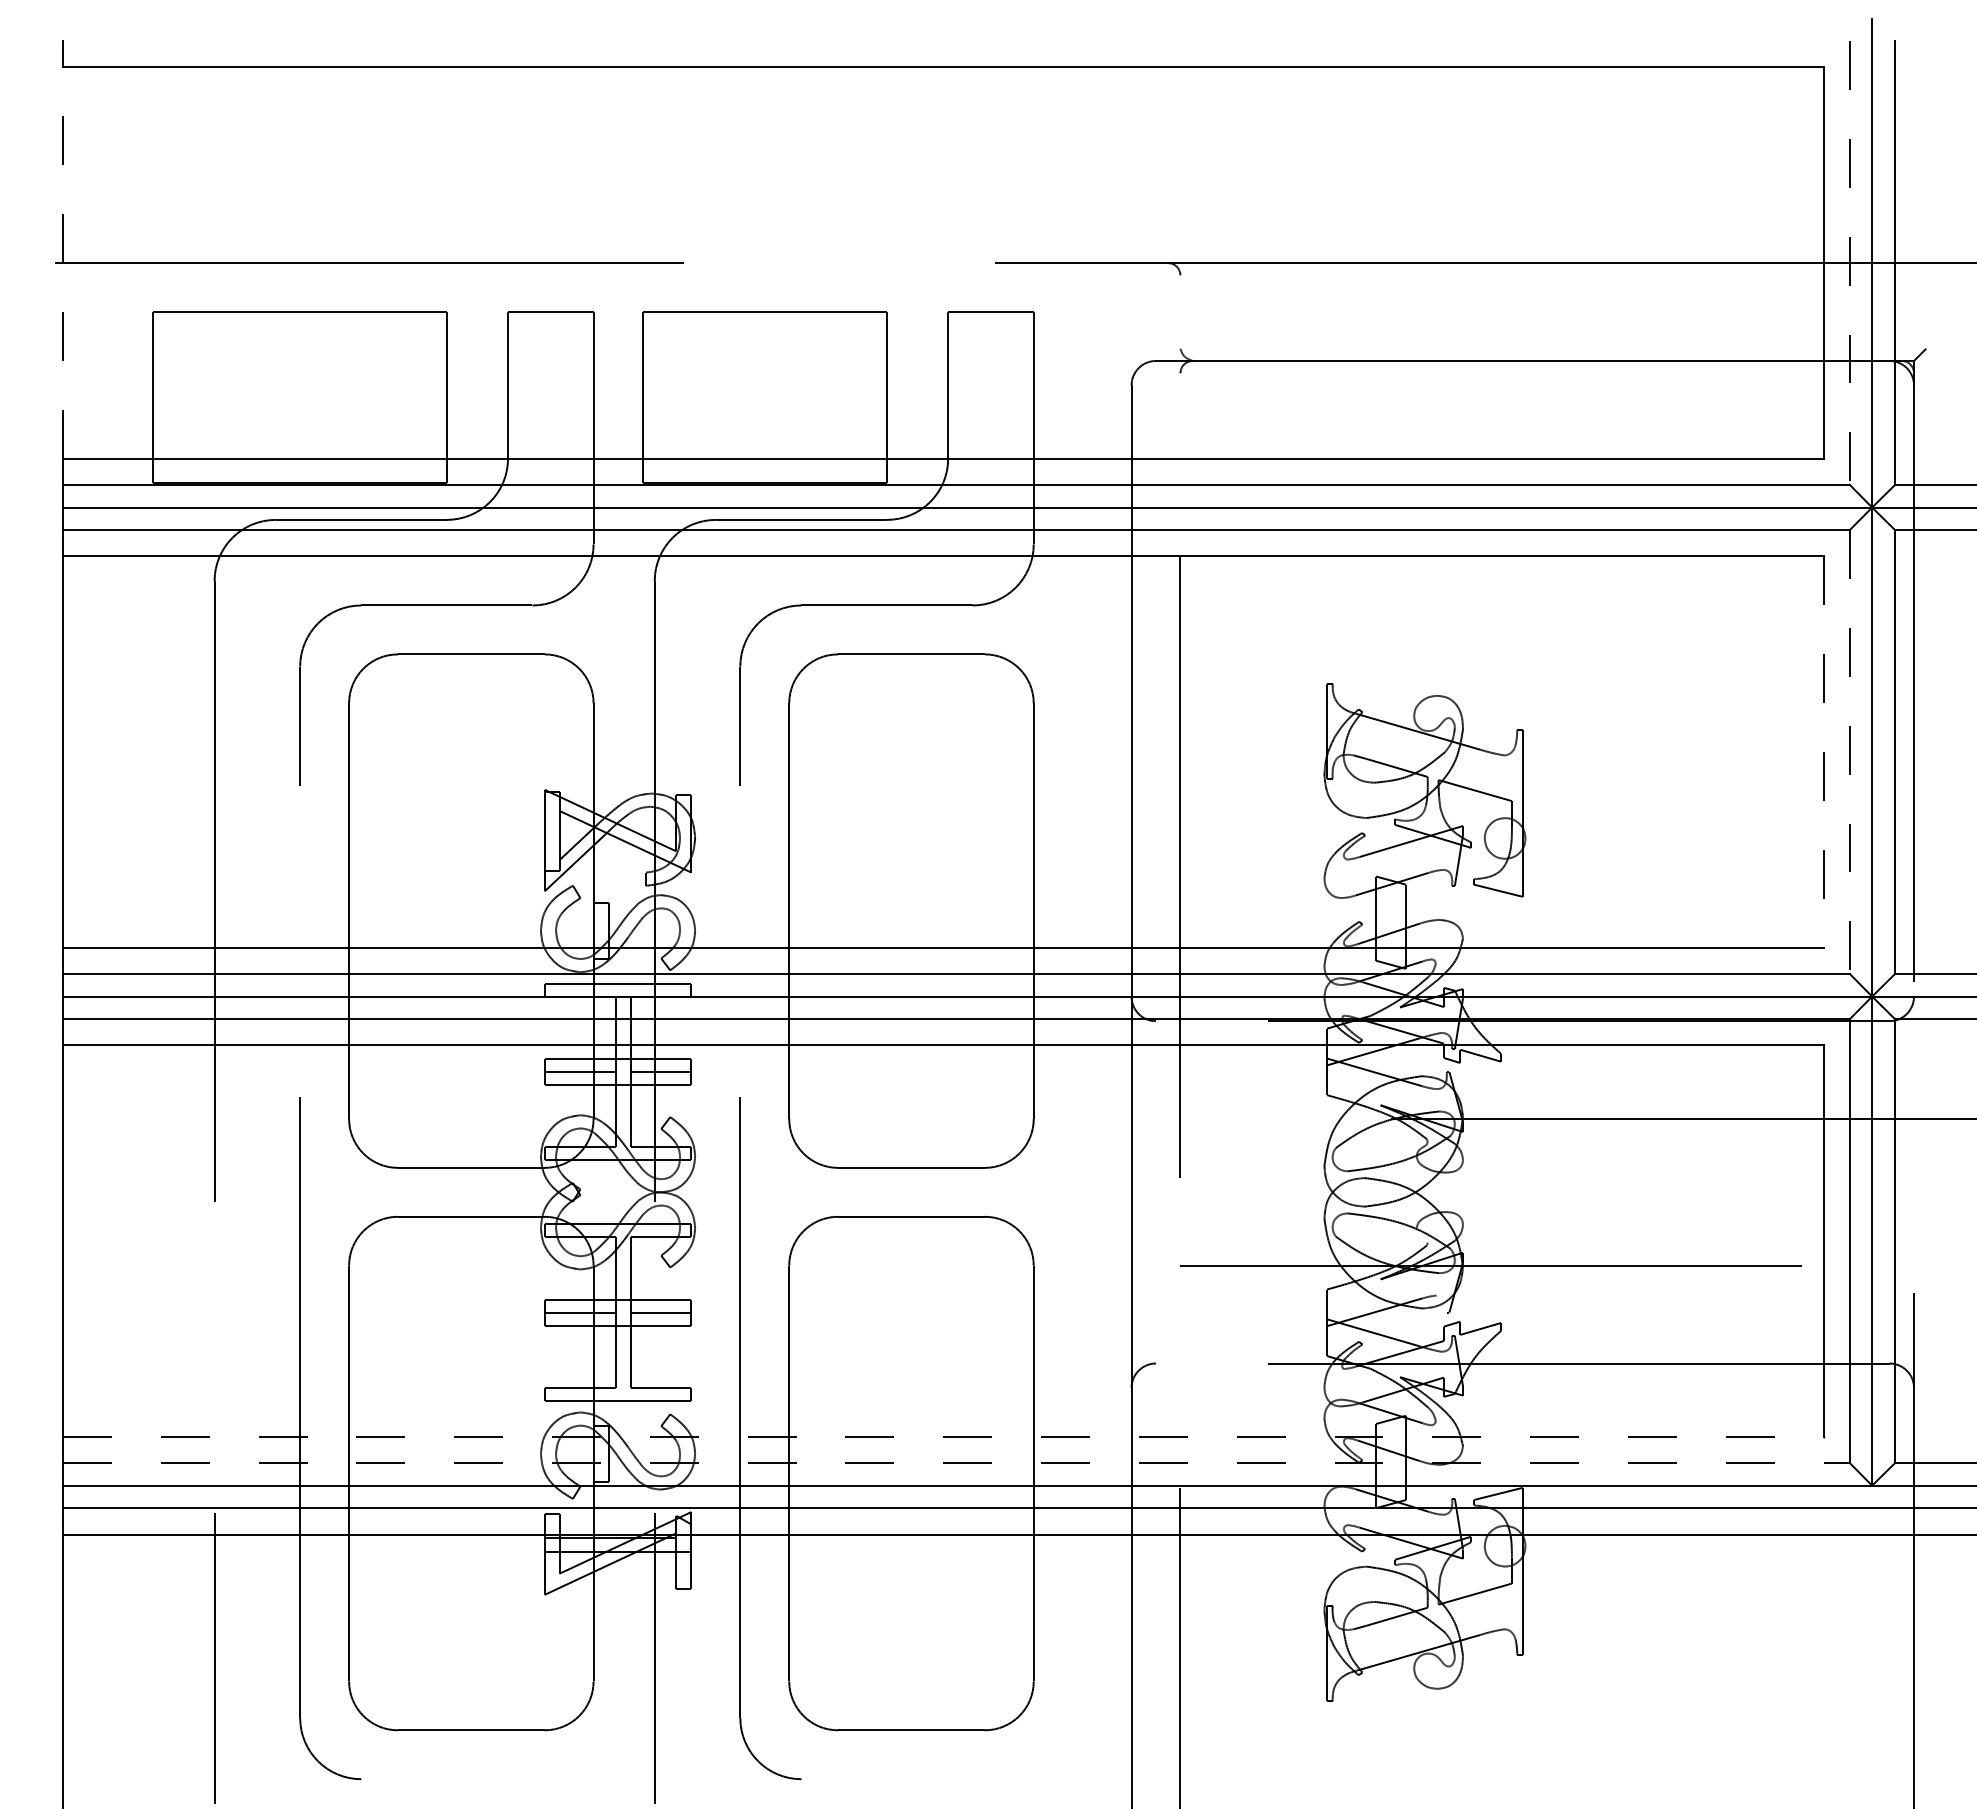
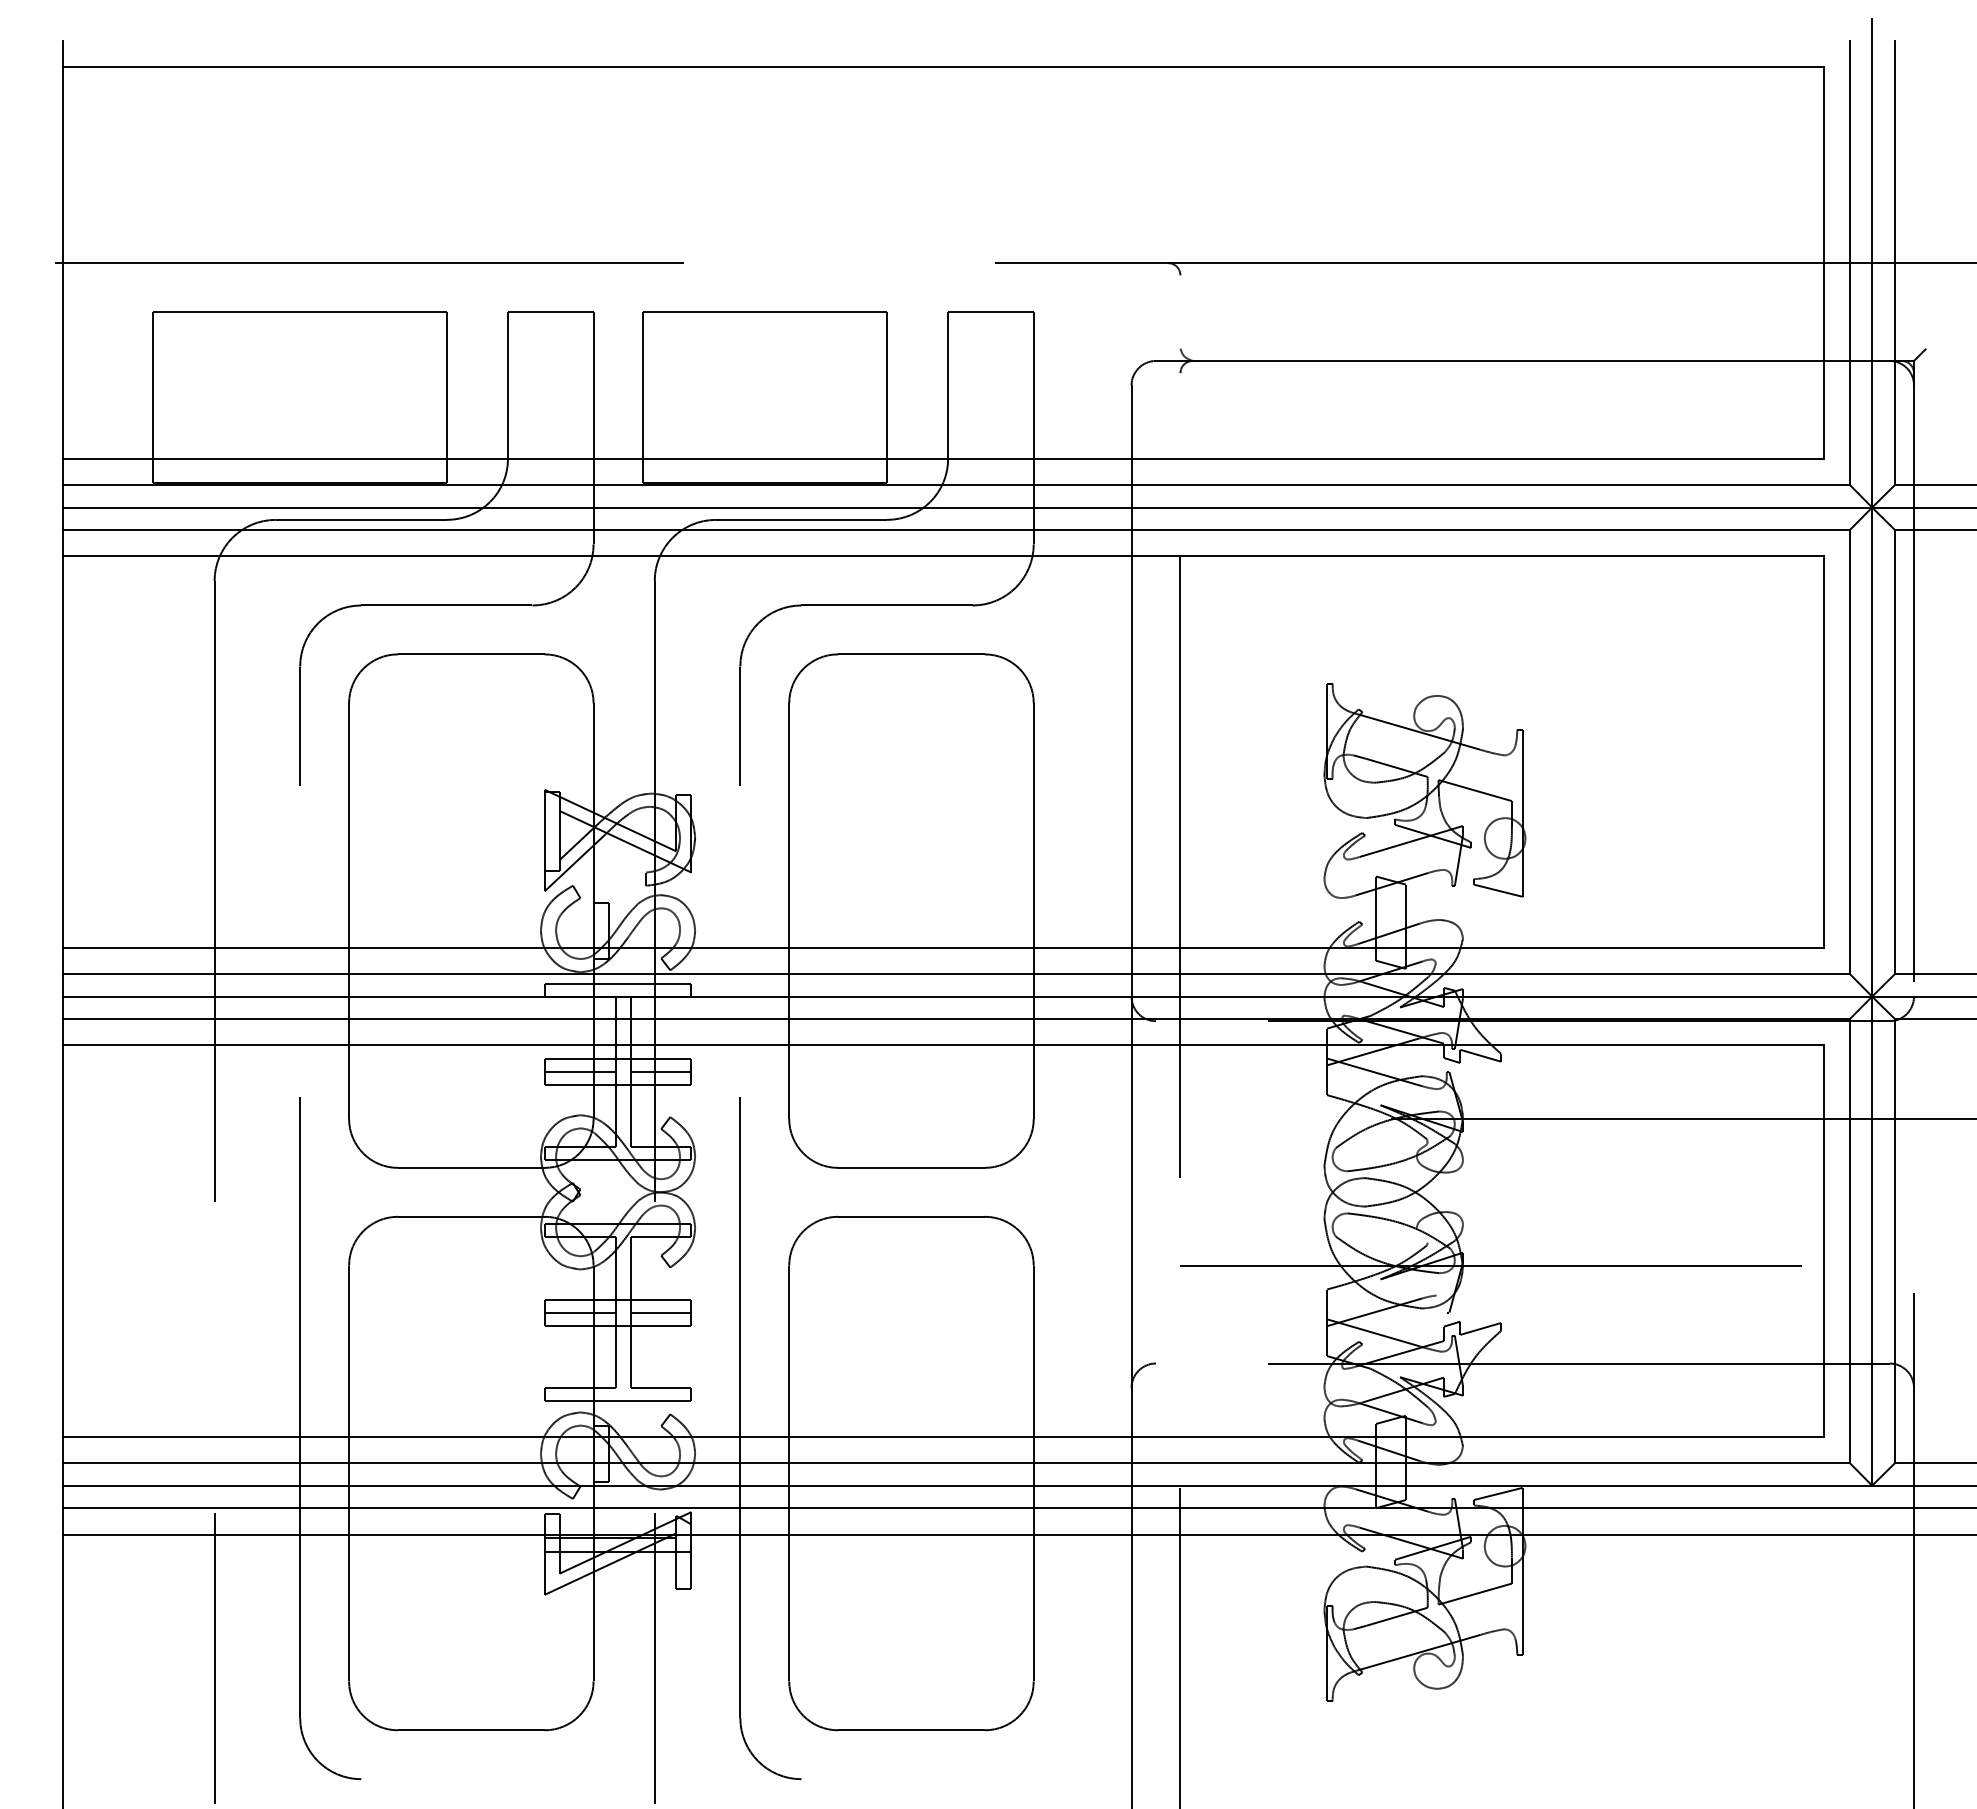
line at (62, 263): dashed -> solid
line at (1849, 263): dashed -> solid
line at (1823, 752): dashed -> solid
line at (1849, 752): dashed -> solid
line at (943, 1436): dashed -> solid
line at (956, 1463): dashed -> solid
